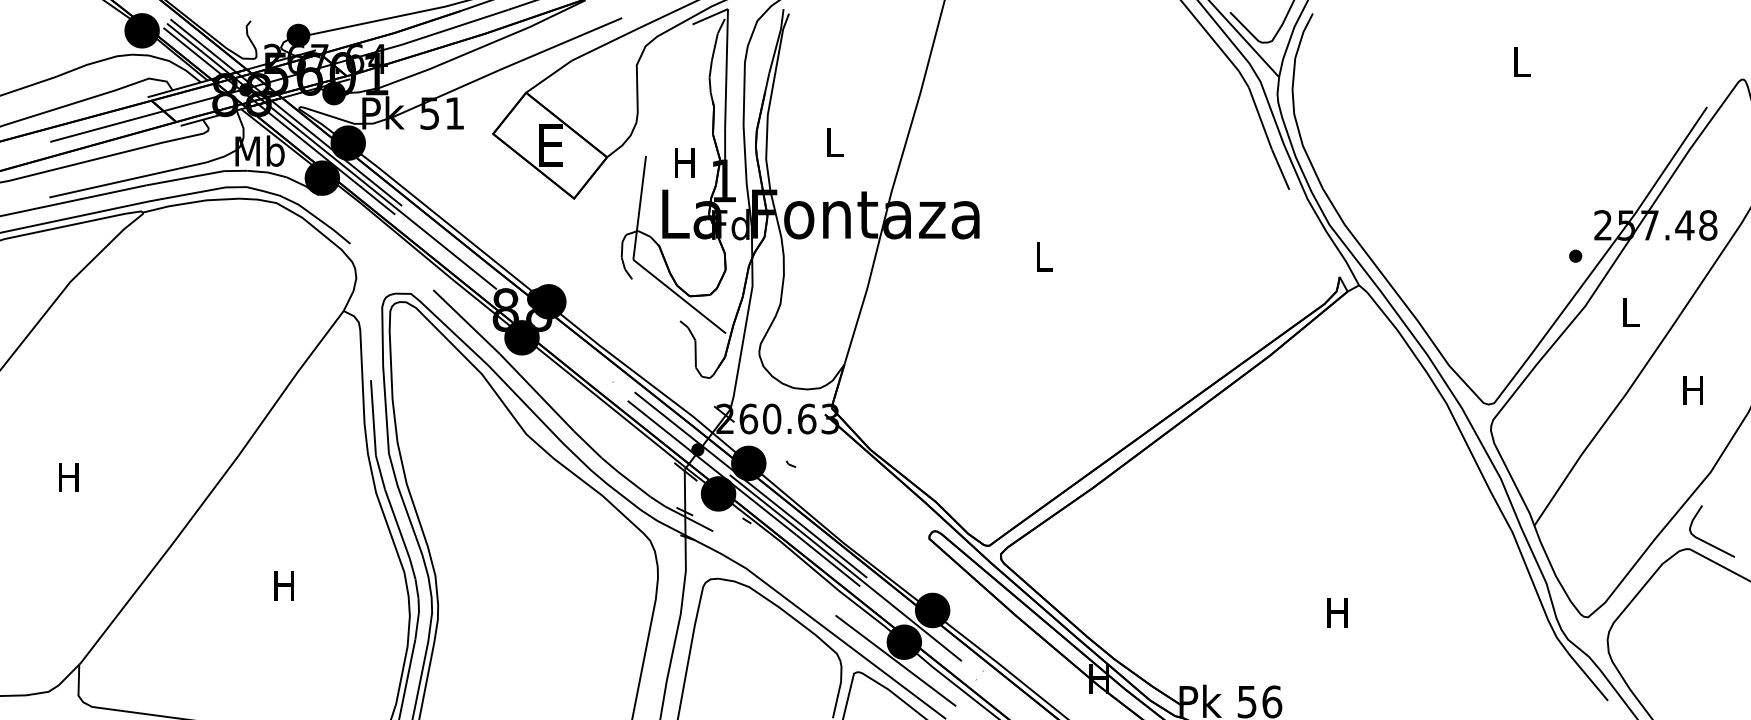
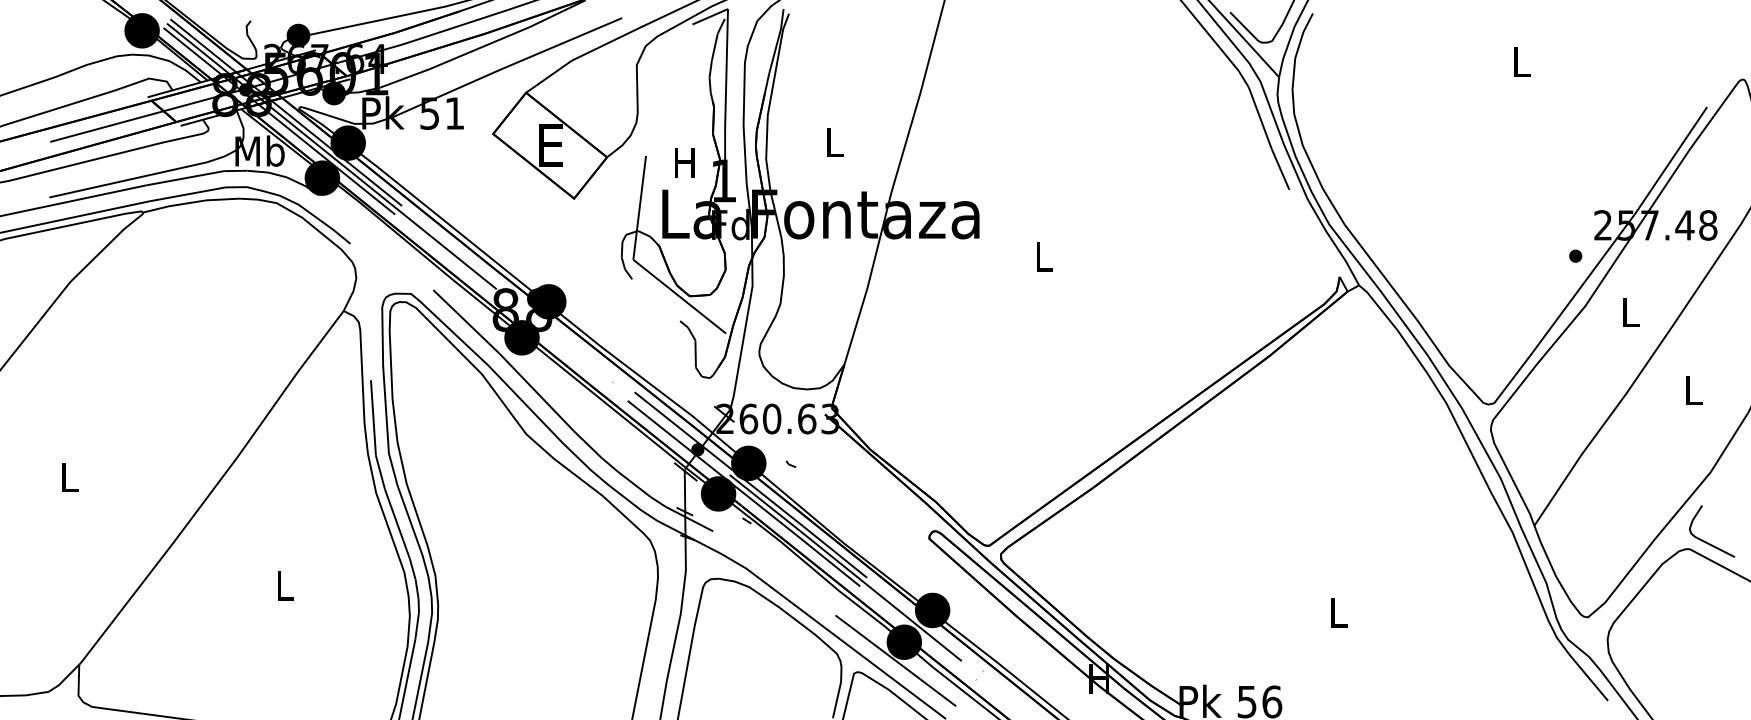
text at (1692, 390): H -> L
text at (68, 477): H -> L
text at (283, 585): H -> L
text at (1337, 612): H -> L
